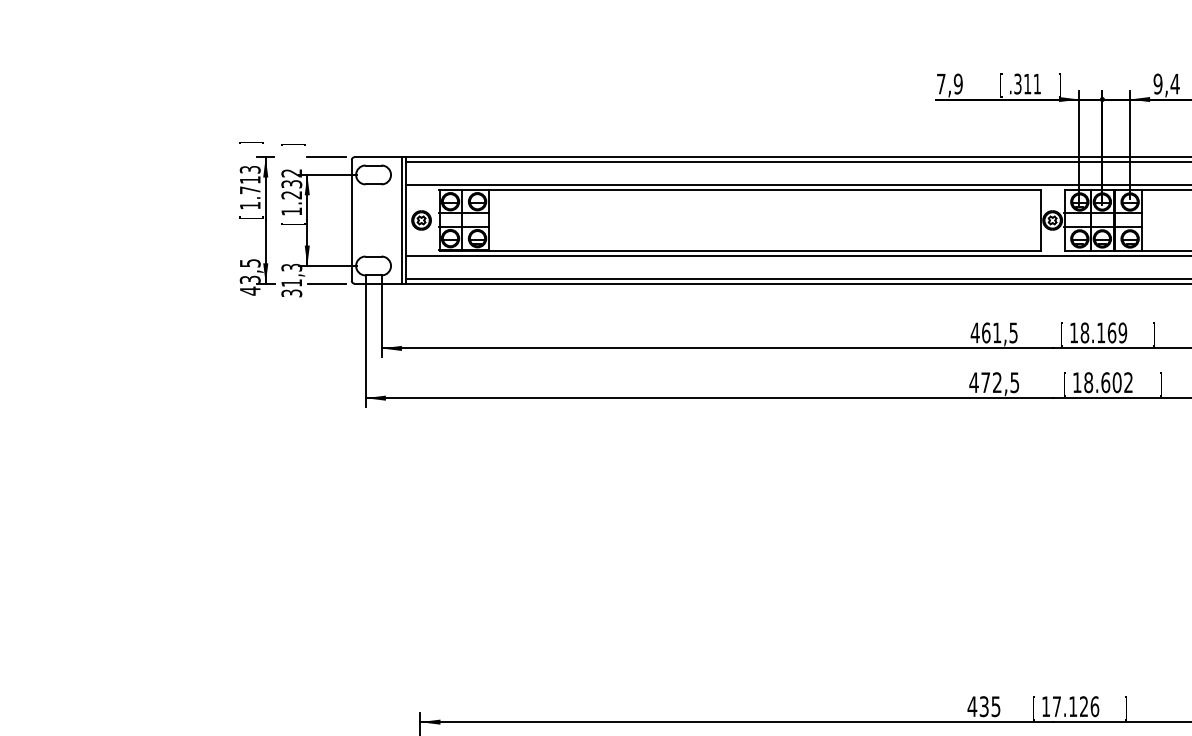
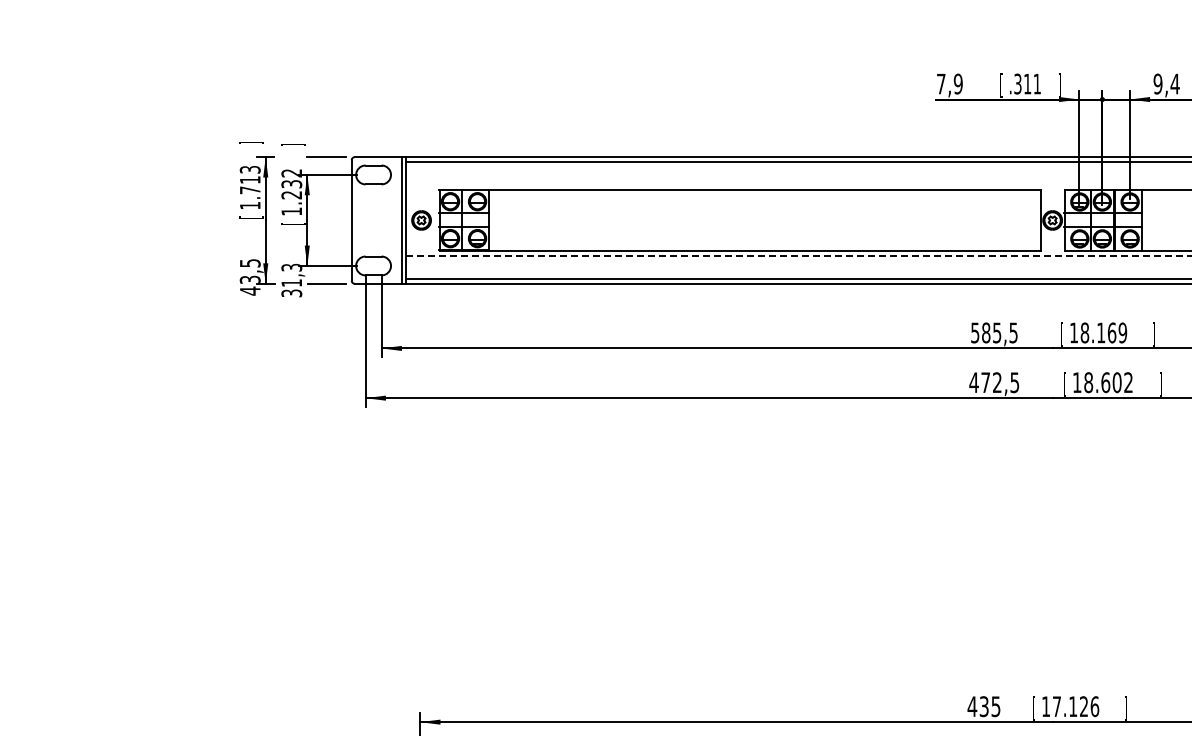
line at (797, 185): present -> none
line at (799, 255): solid -> dashed
text at (985, 332): 461,5 -> 585,5
